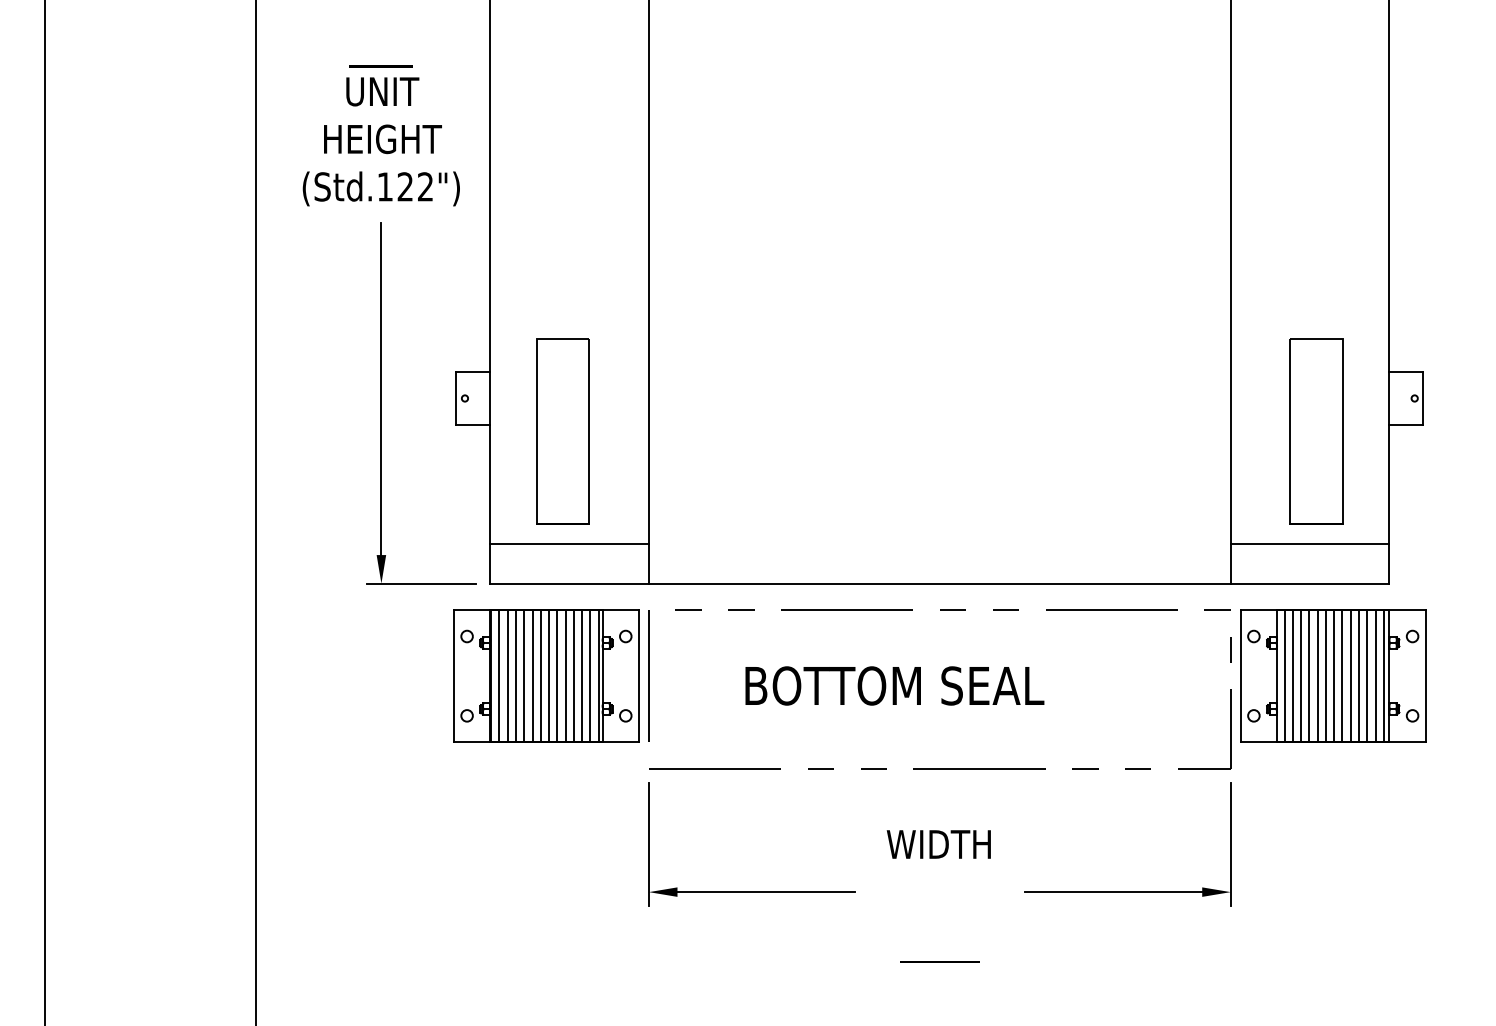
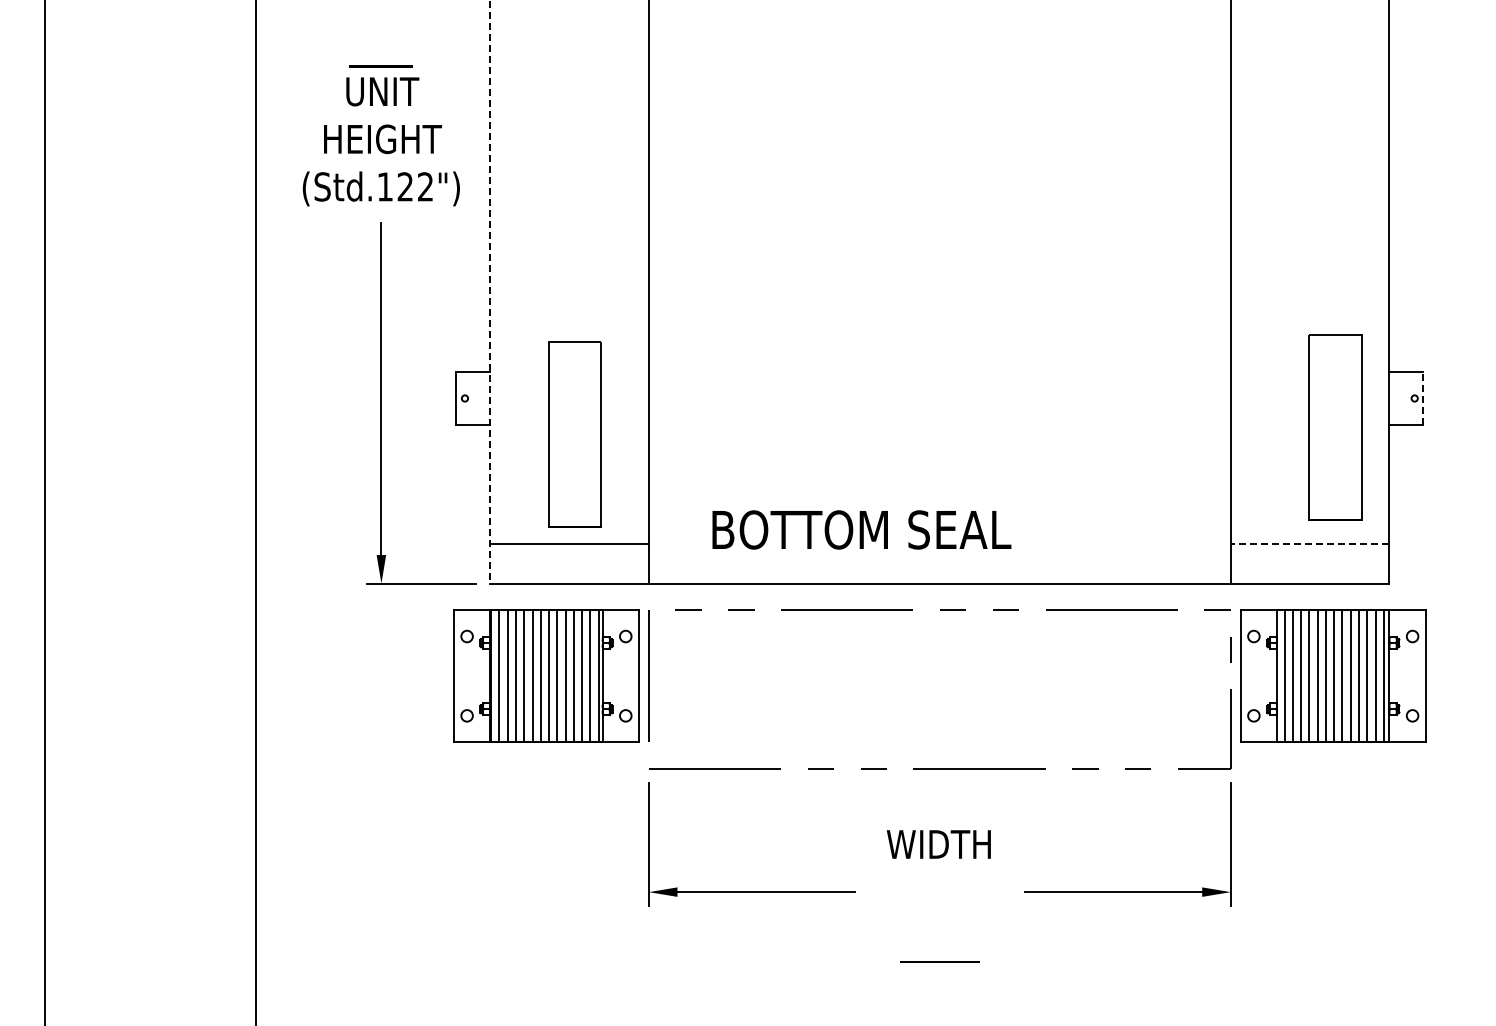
line at (490, 292): solid -> dashed
line at (1423, 398): solid -> dashed
part at (562, 431) position: (562, 431) -> (574, 434)
part at (1316, 431) position: (1316, 431) -> (1335, 427)
line at (1309, 543): solid -> dashed
text at (894, 685) position: (894, 685) -> (861, 529)
